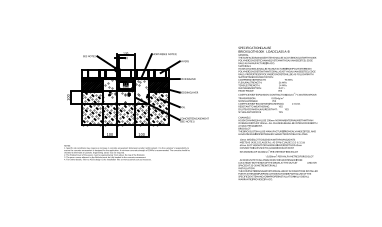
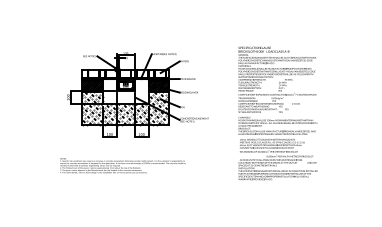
hatch at (126, 91): present -> none
text at (126, 152) position: (126, 152) -> (122, 165)
